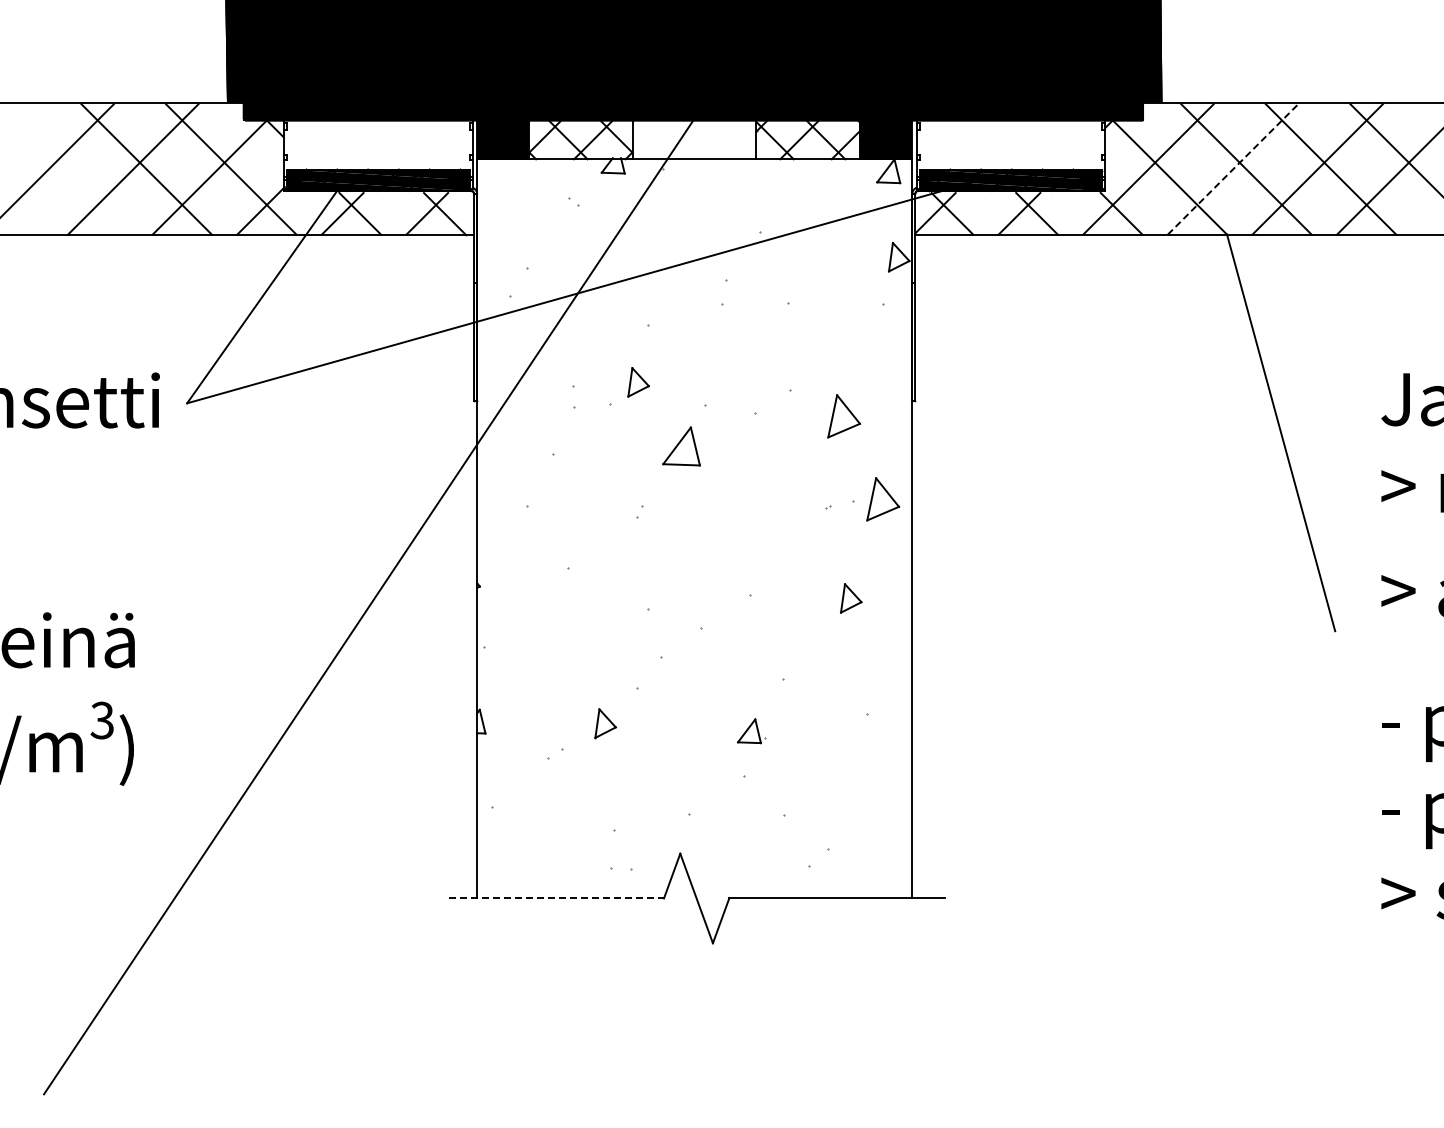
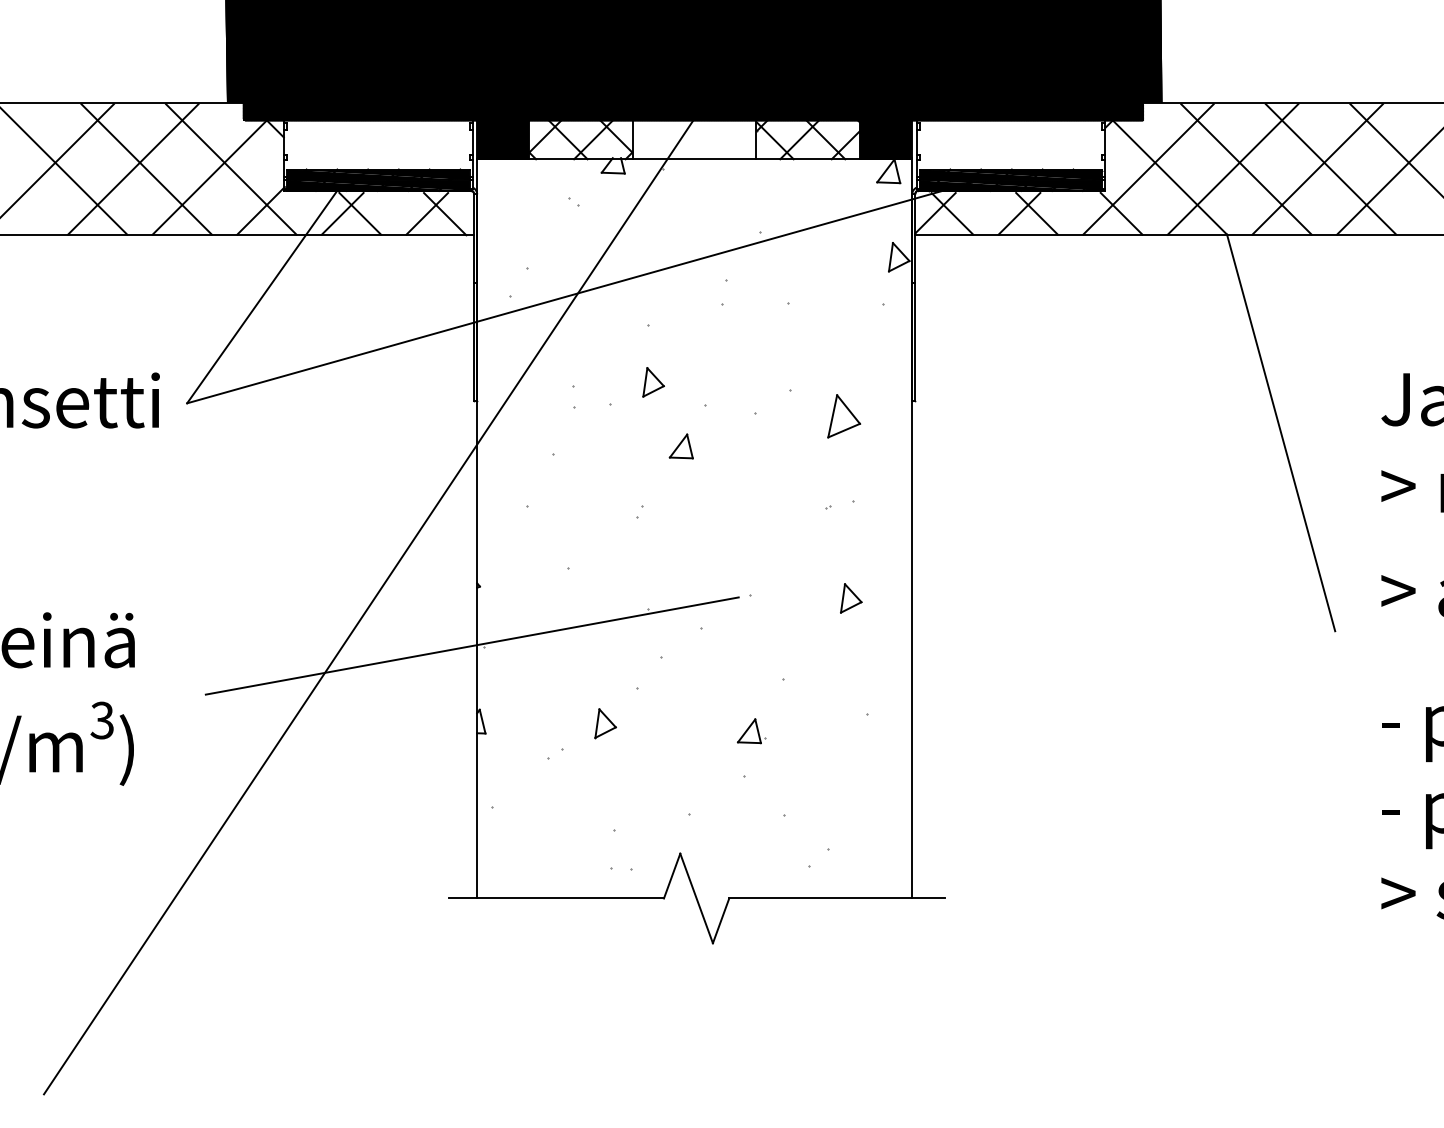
line at (1233, 169): dashed -> solid
line at (64, 171): none -> present
part at (638, 382) position: (638, 382) -> (653, 382)
part at (681, 446) size: 39x41 px -> 26x27 px
part at (883, 499): present -> none
line at (471, 645): none -> present
line at (556, 898): dashed -> solid
